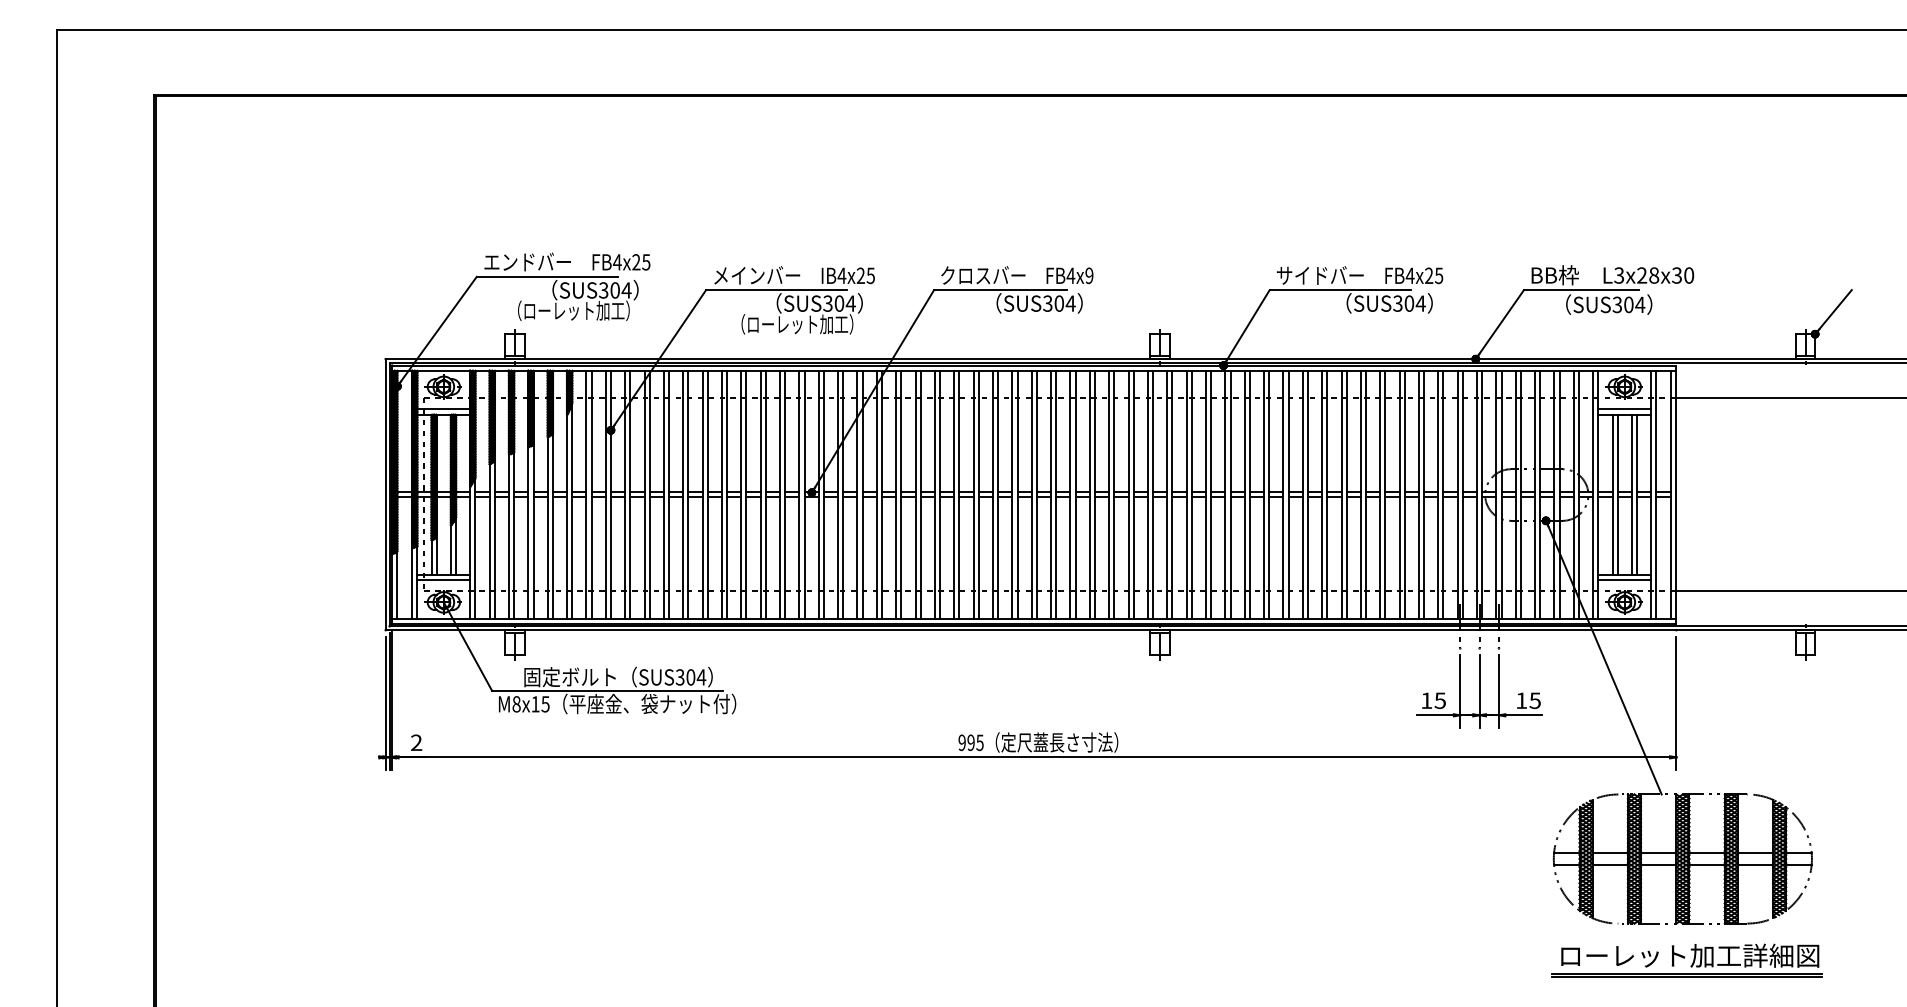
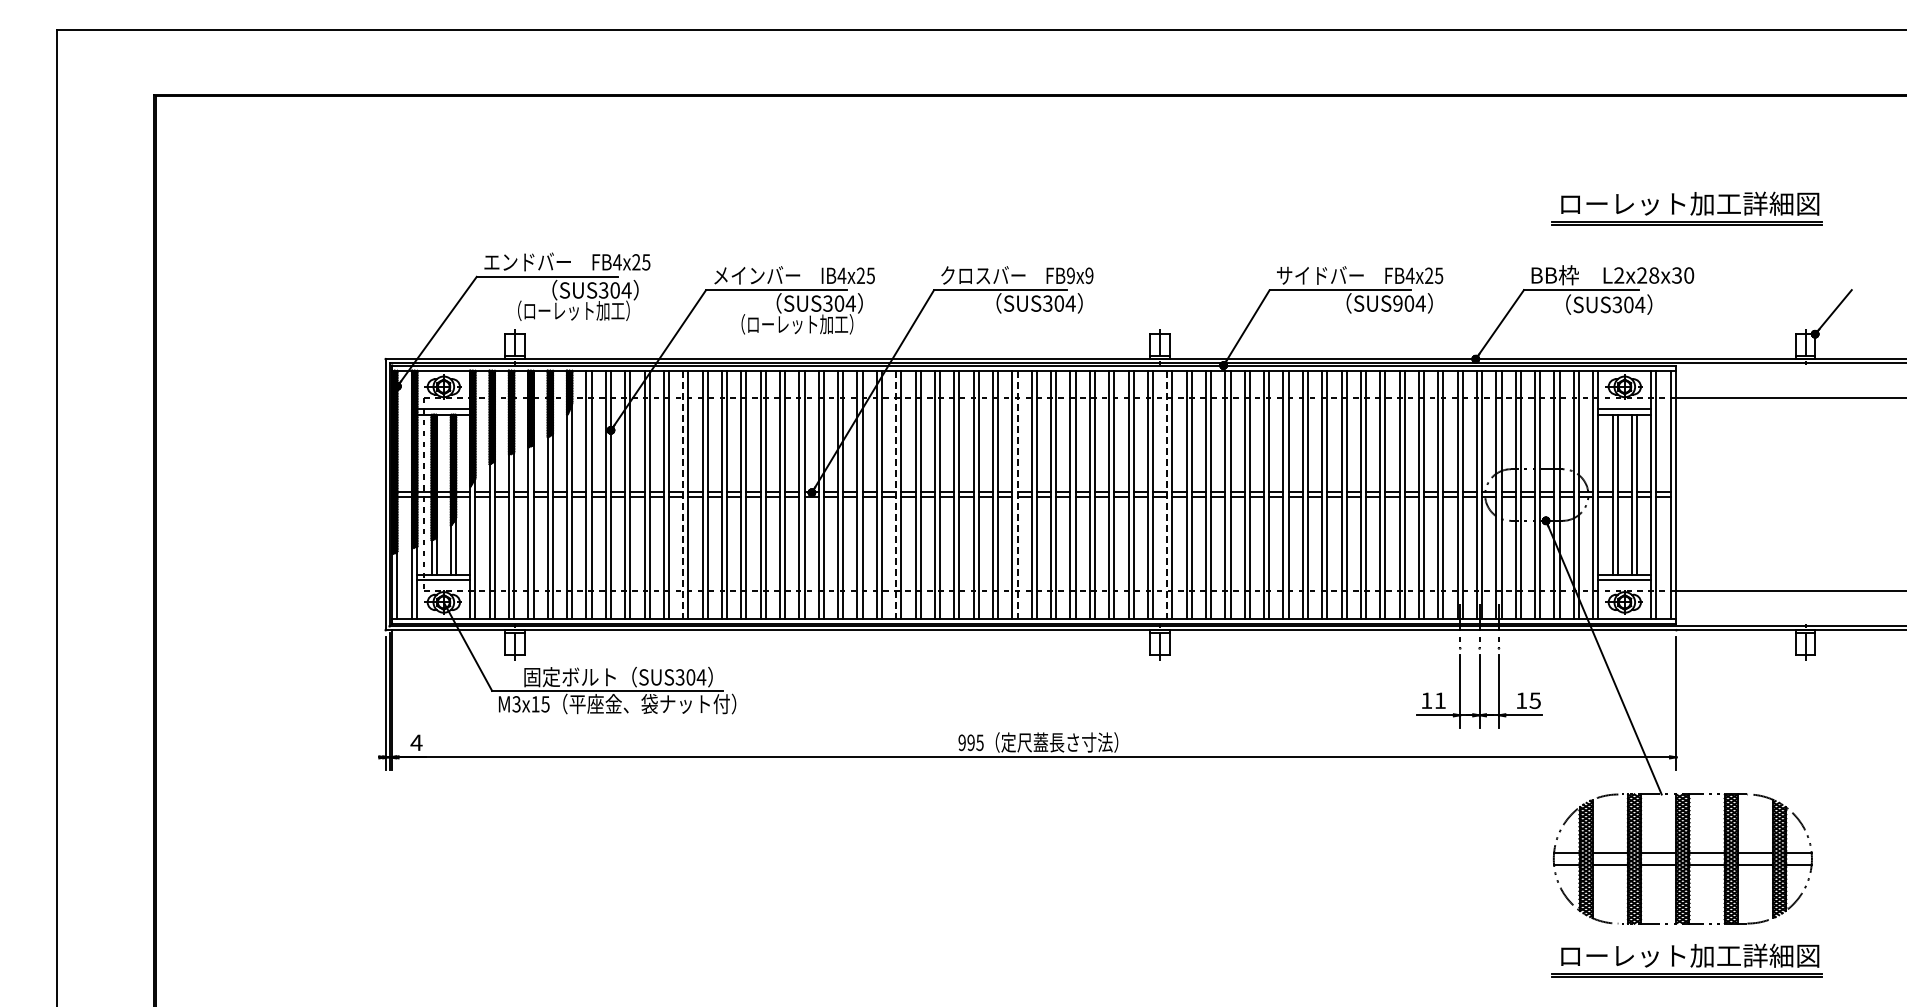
part at (1686, 208): none -> present
text at (1070, 275): FB4x9 -> FB9x9
text at (1619, 275): L3x28x30 -> L2x28x30
text at (1397, 303): SUS304 -> SUS904
line at (683, 494): solid -> dashed
line at (896, 494): solid -> dashed
line at (1017, 494): solid -> dashed
line at (1167, 494): solid -> dashed
text at (1439, 700): 15 -> 11
text at (516, 704): M8x15 -> M3x15
text at (416, 742): 2 -> 4
